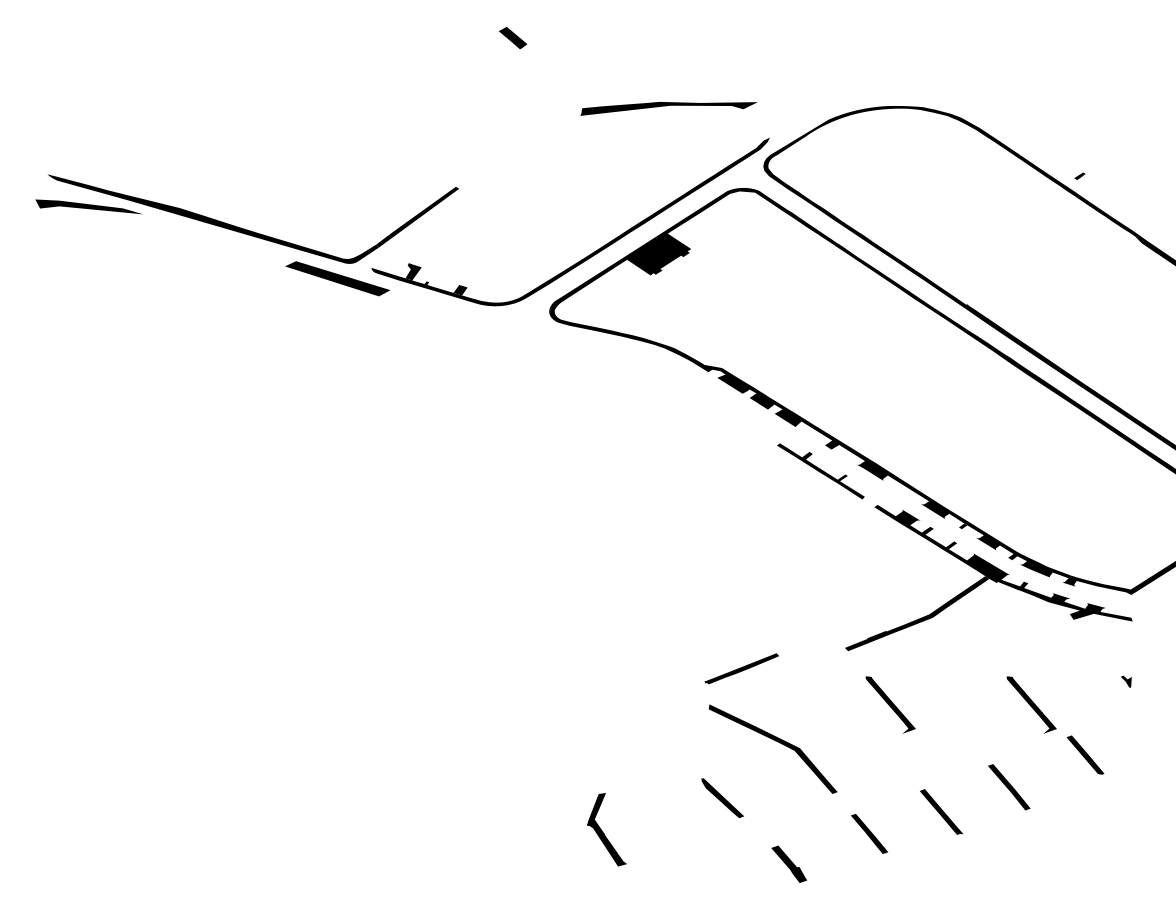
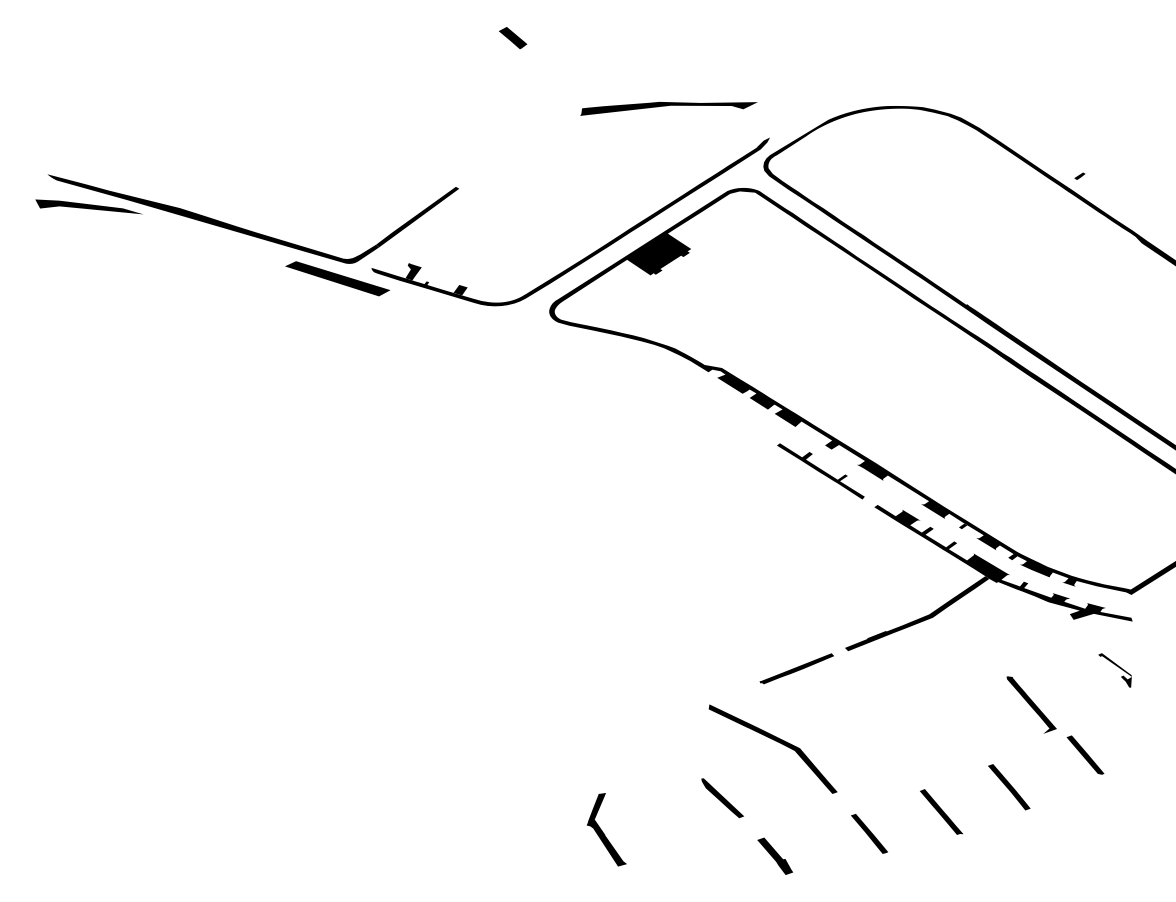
fill at (1114, 664): none -> present
part at (741, 668) position: (741, 668) -> (796, 668)
part at (890, 704): present -> none
part at (788, 863) position: (788, 863) -> (774, 855)
